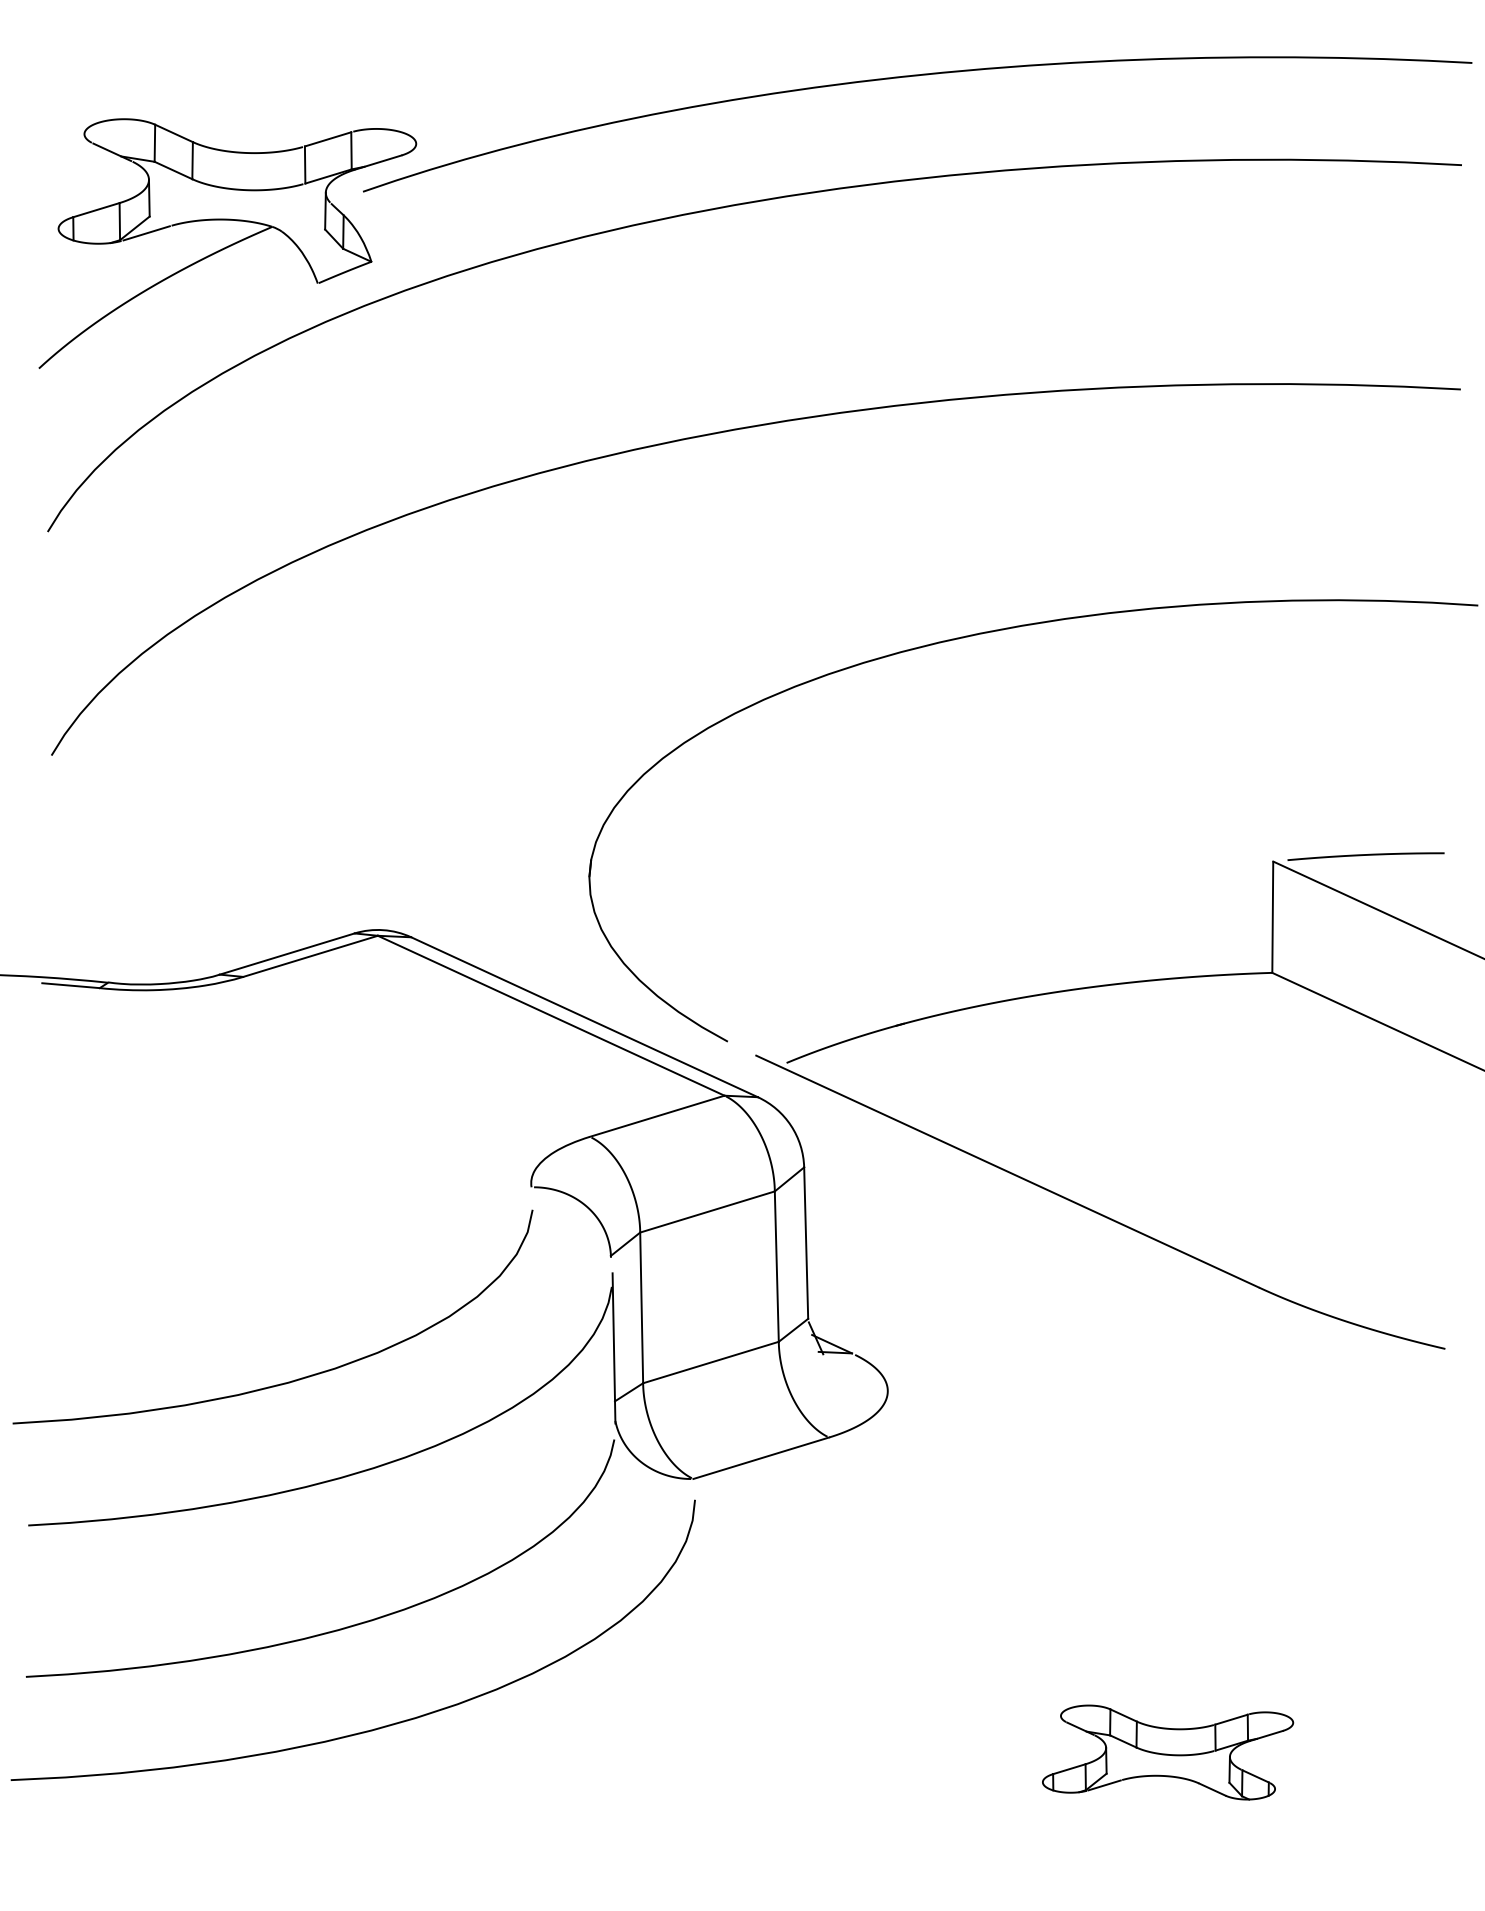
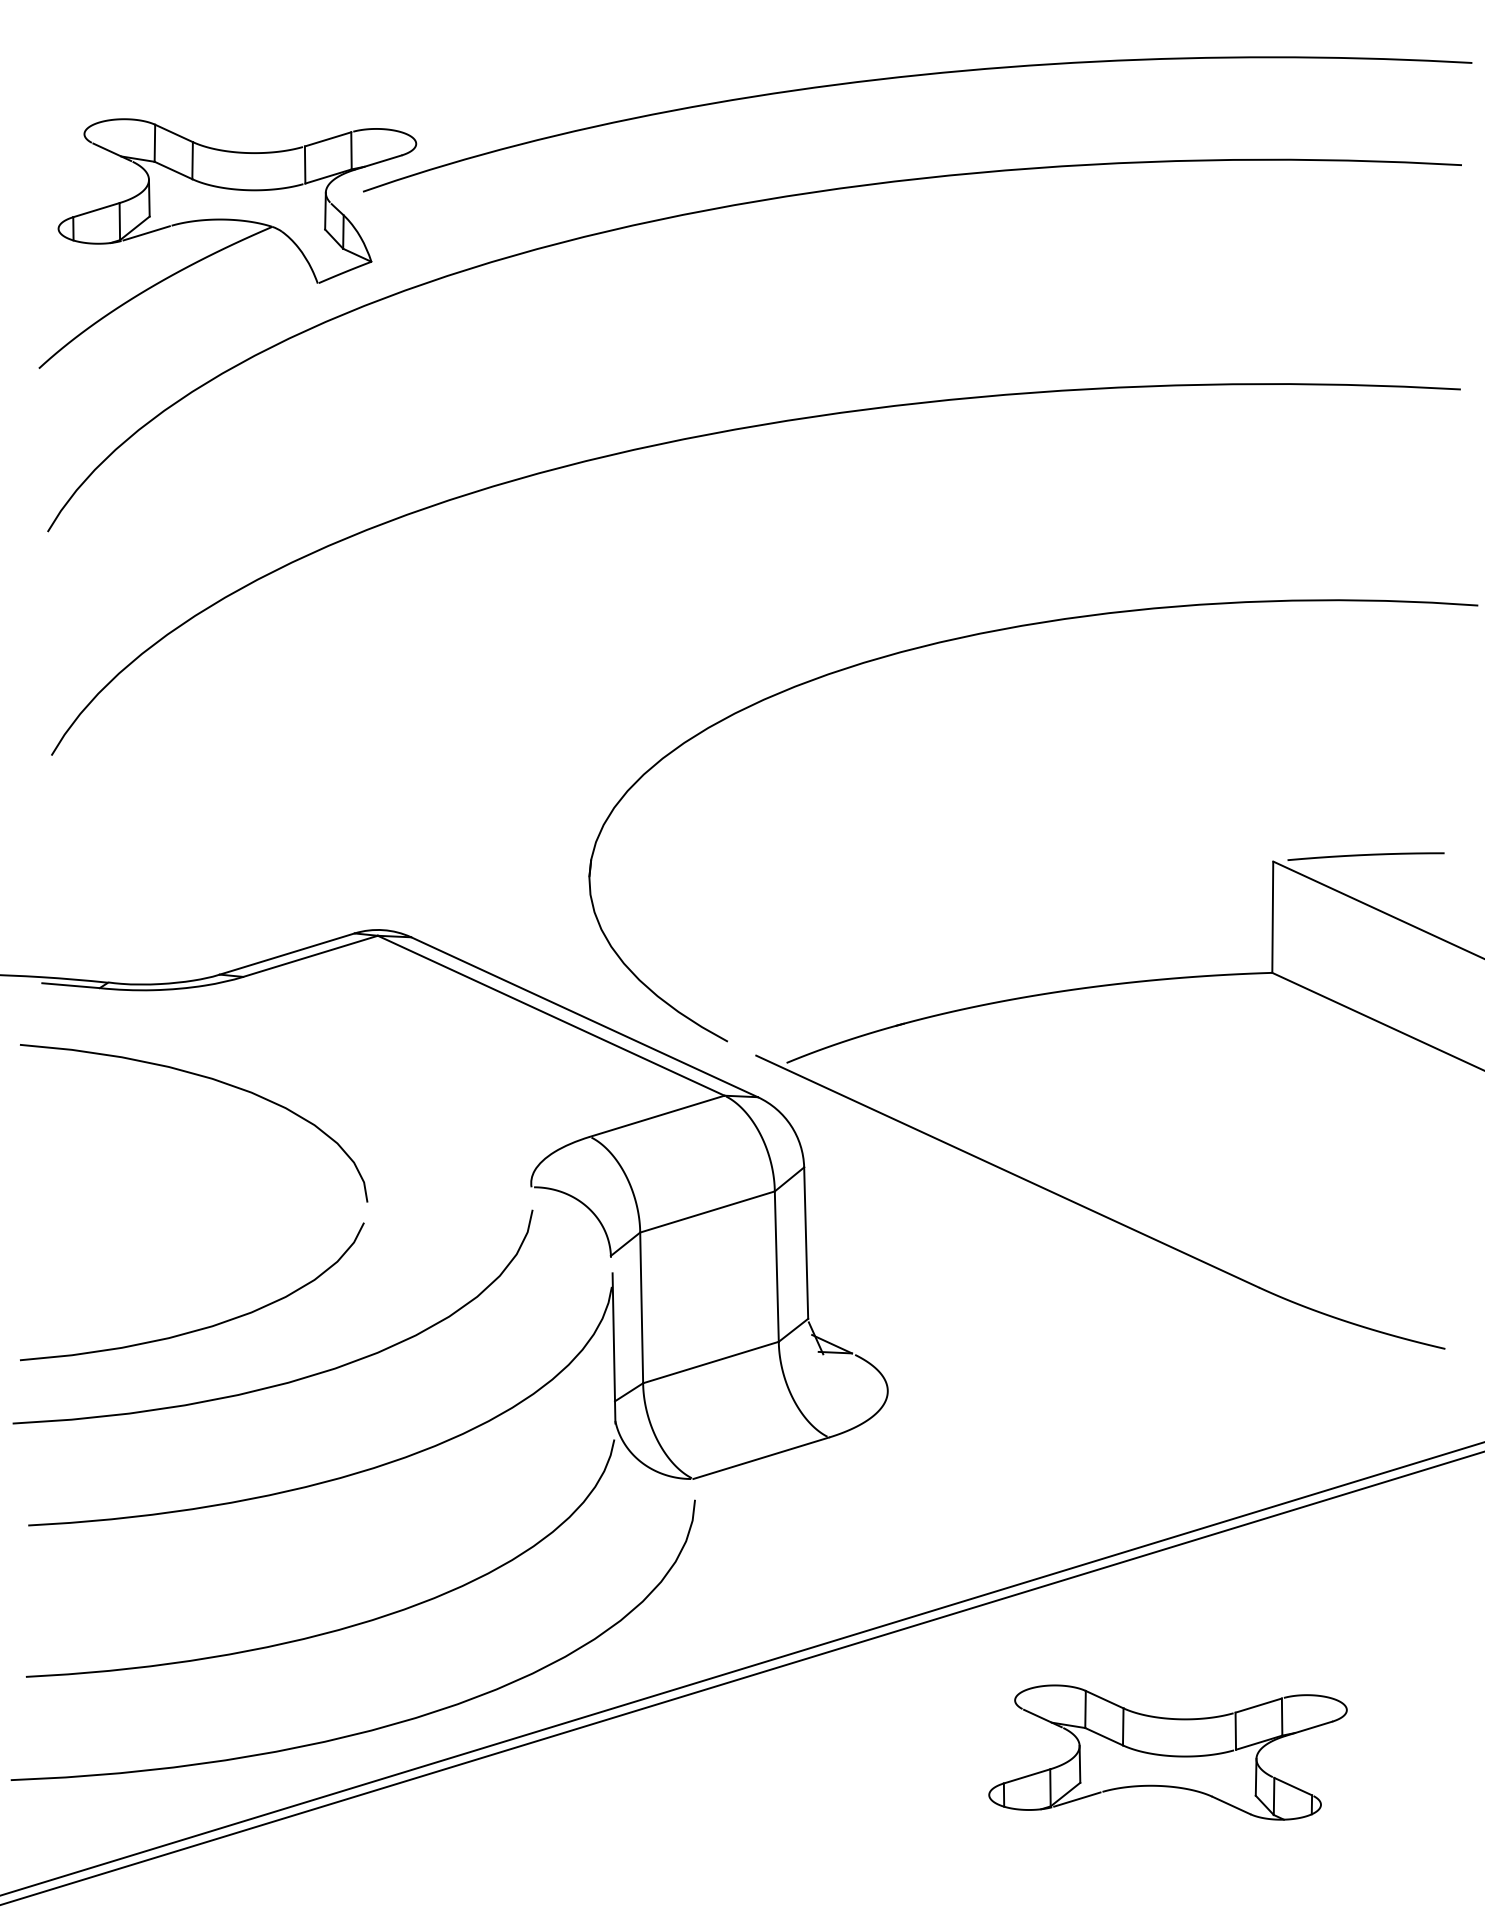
curve at (206, 1078): none -> present
curve at (203, 1327): none -> present
line at (741, 1668): none -> present
line at (741, 1678): none -> present
part at (1168, 1752) size: 253x97 px -> 360x137 px
